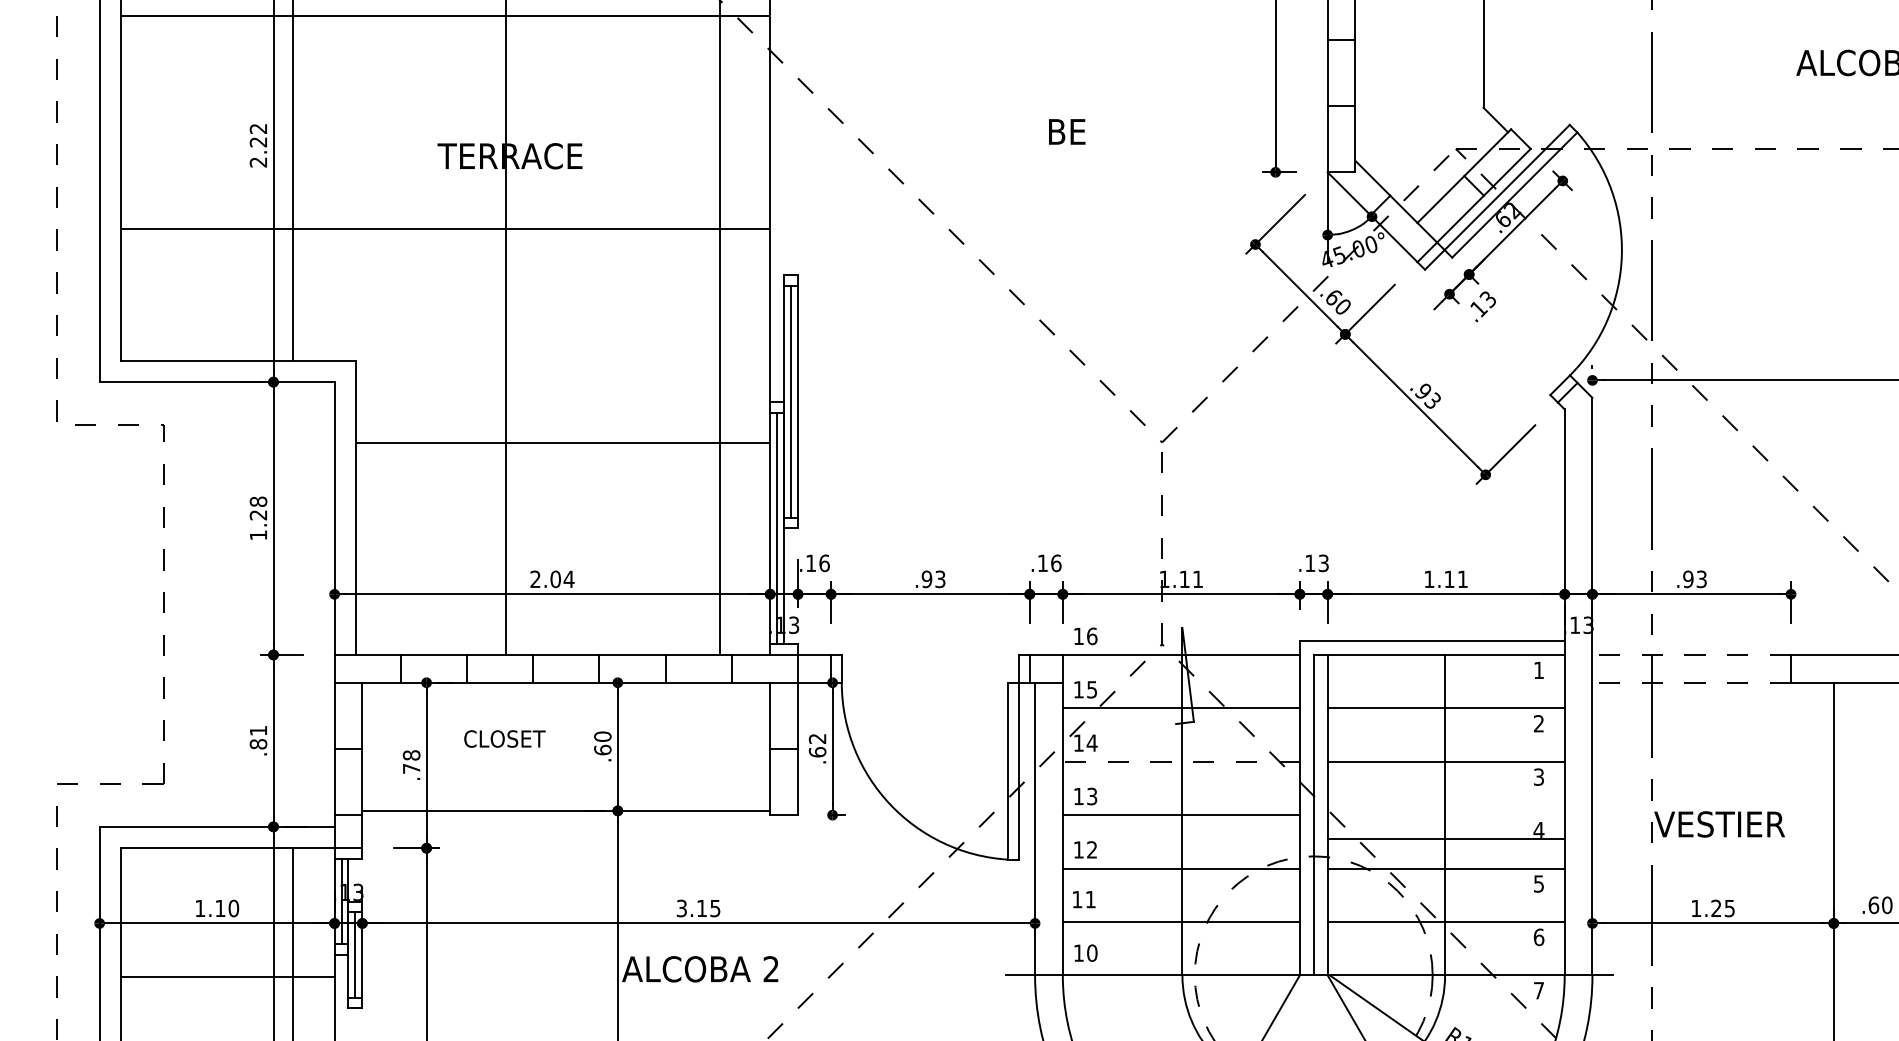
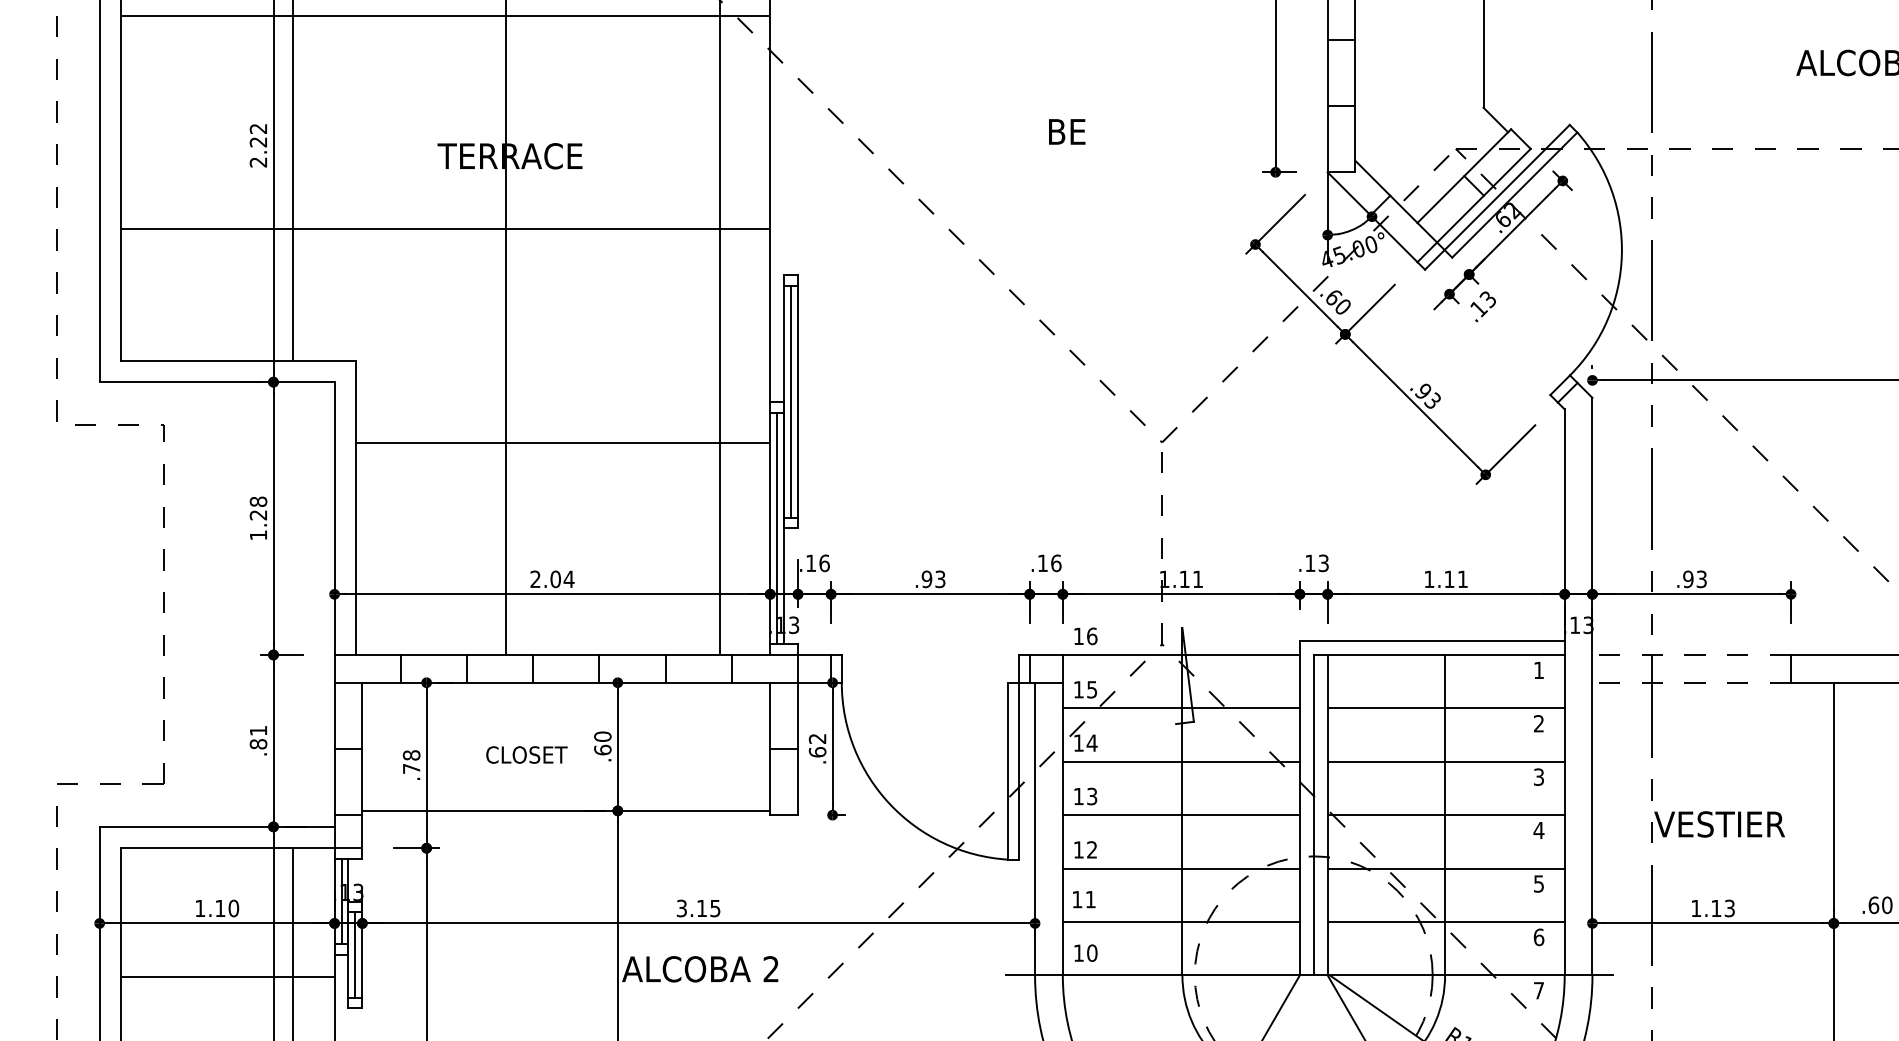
text at (504, 738) position: (504, 738) -> (526, 754)
line at (1181, 761): dashed -> solid
line at (1445, 839) position: (1445, 839) -> (1445, 815)
text at (1722, 907): 1.25 -> 1.13
